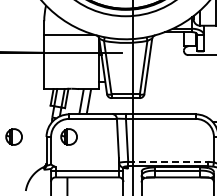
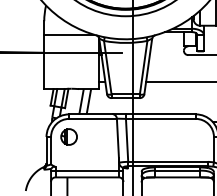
line at (179, 81): none -> present
part at (13, 136): present -> none
line at (168, 161): dashed -> solid
